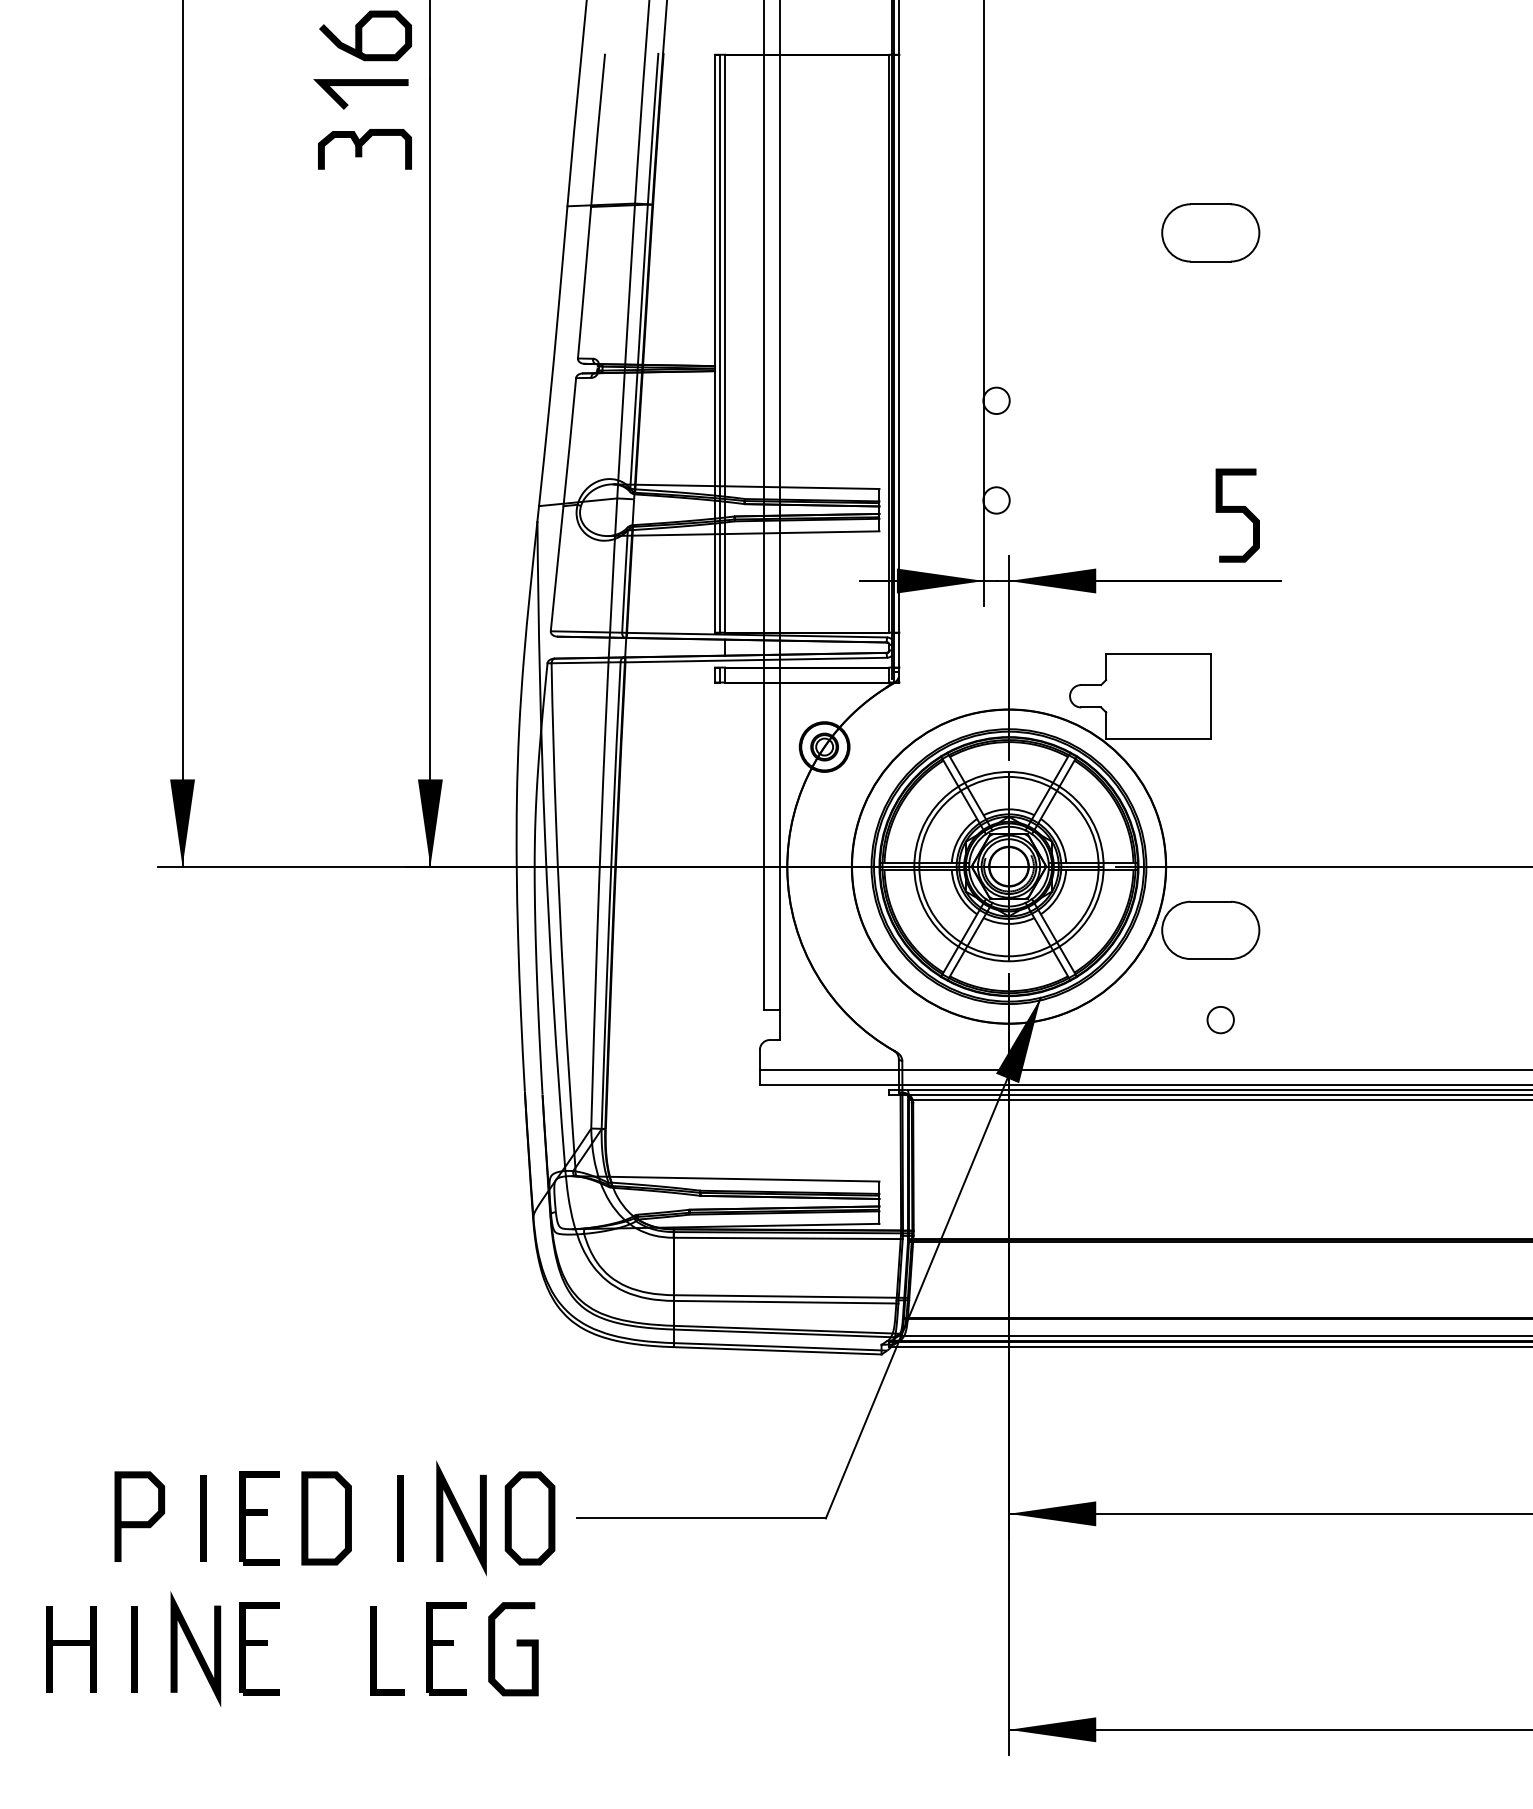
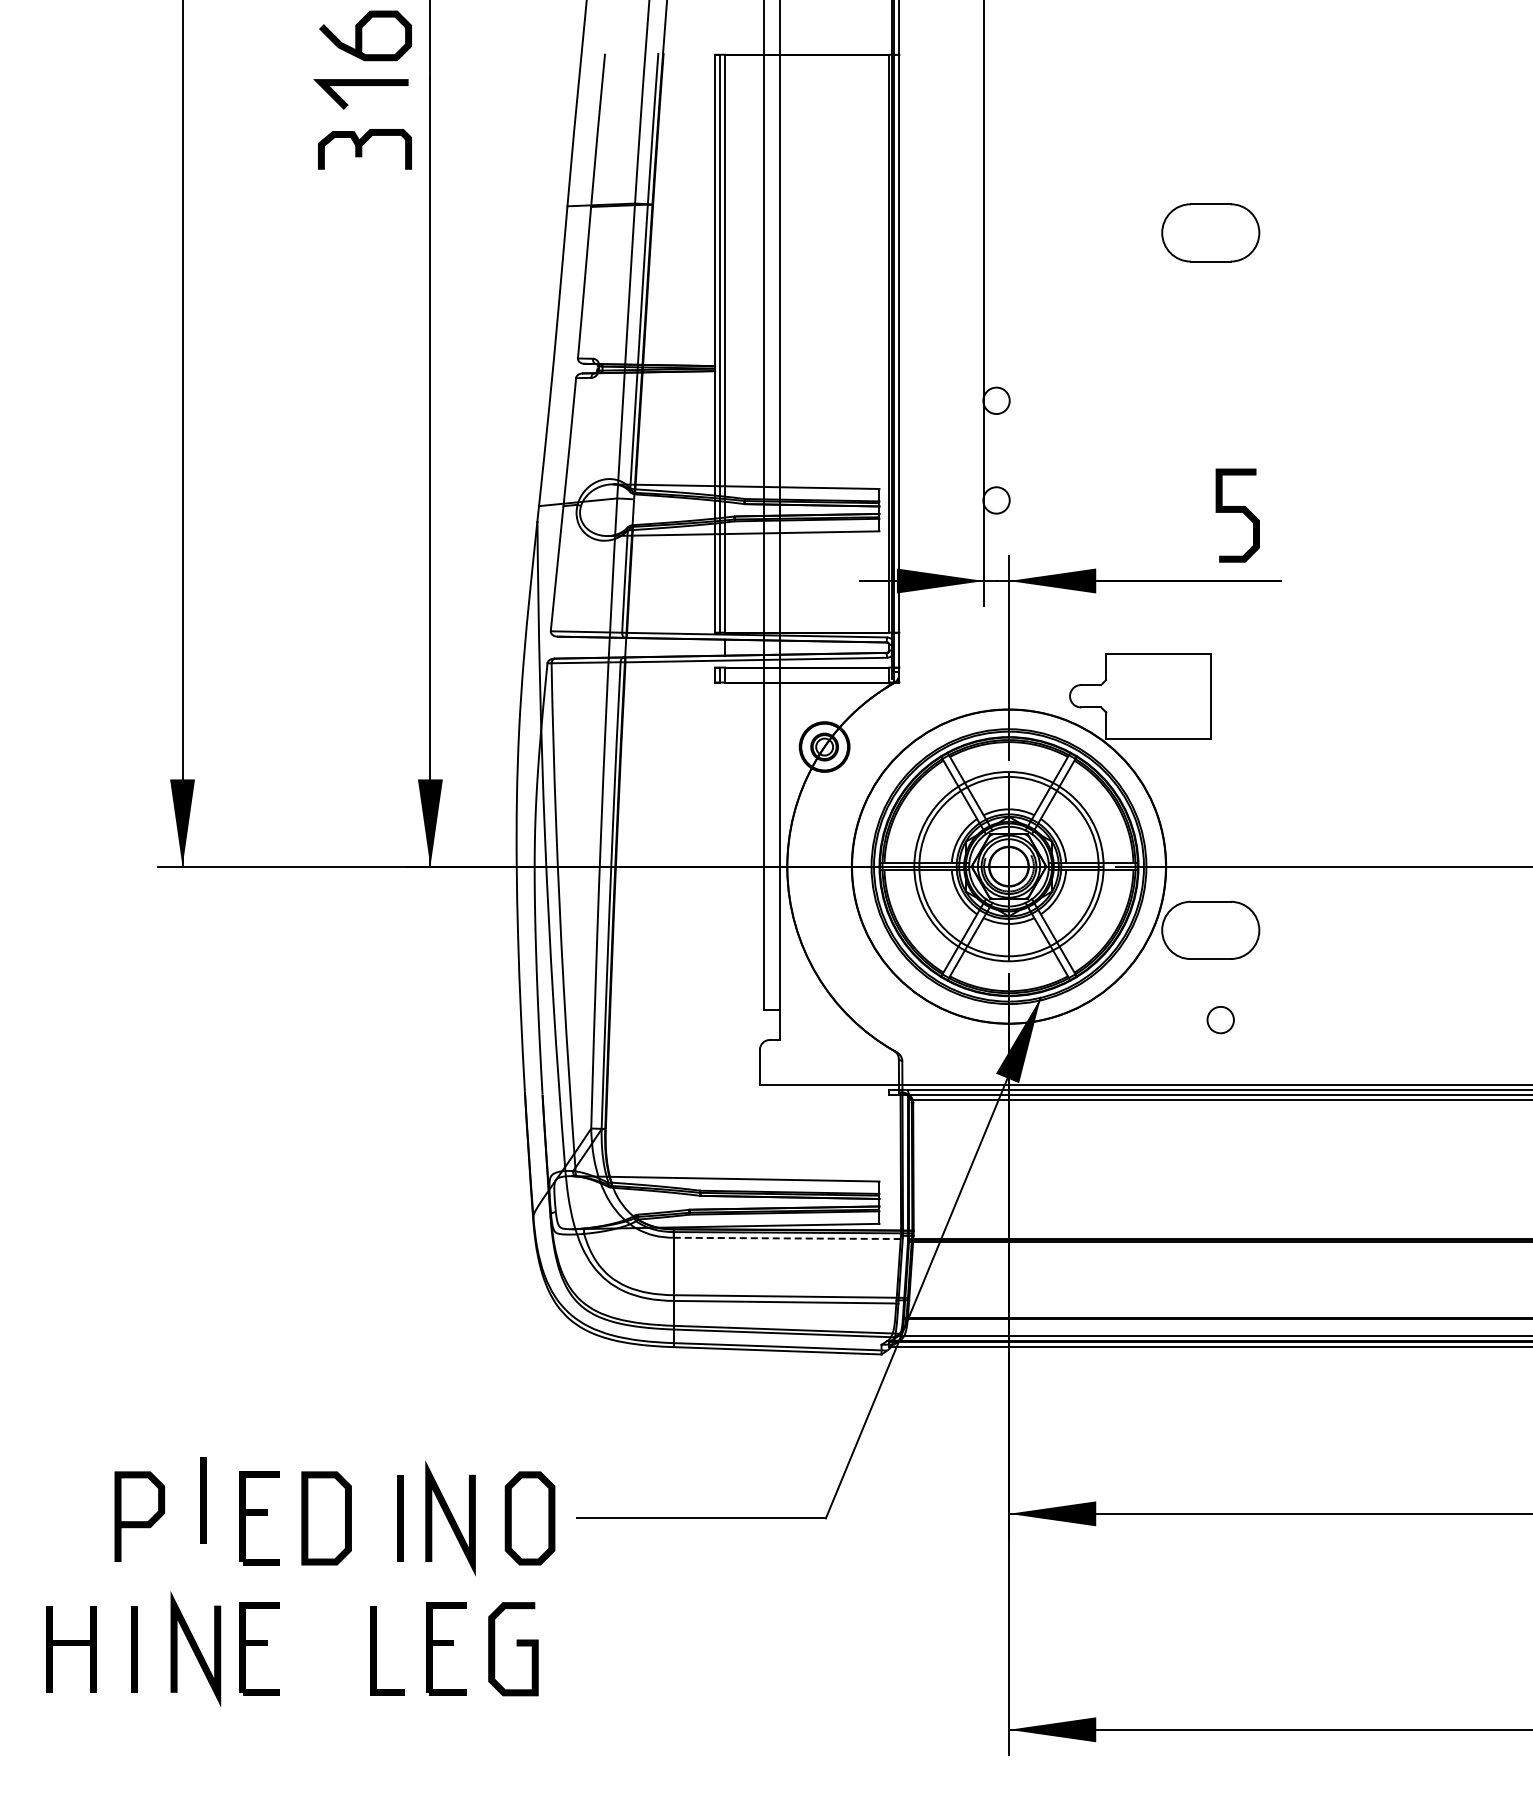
line at (1144, 1069): present -> none
line at (788, 1238): solid -> dashed
line at (203, 1518) position: (203, 1518) -> (203, 1500)
line at (461, 1518) position: (461, 1518) -> (450, 1518)
